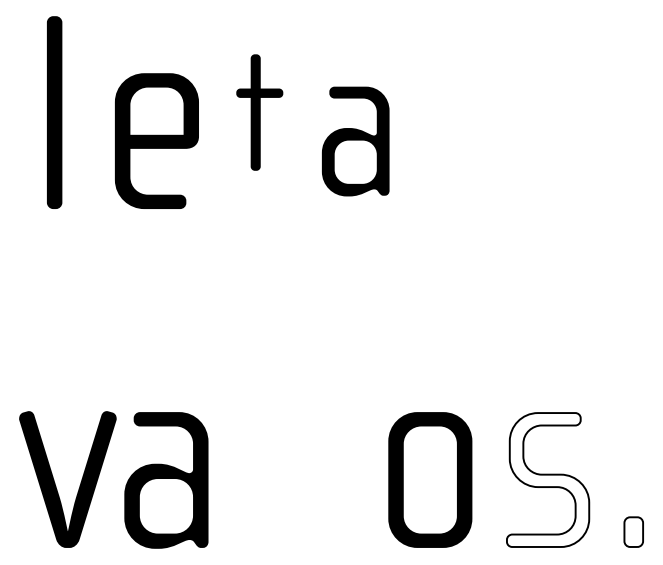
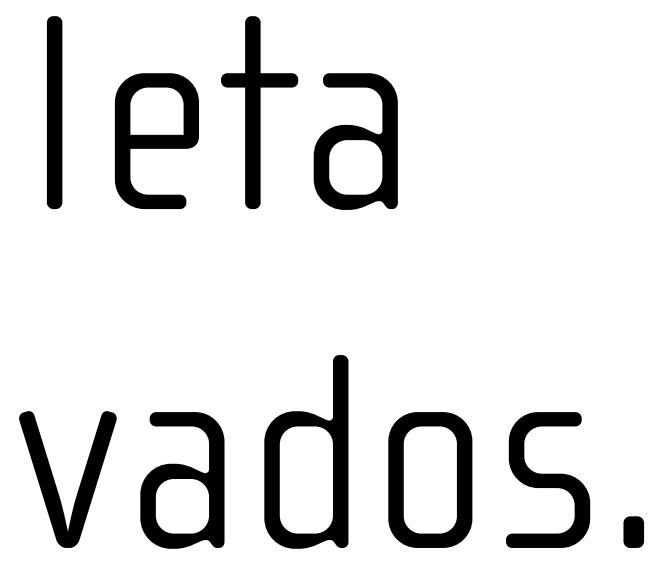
part at (259, 112) size: 48x117 px -> 78x193 px
part at (355, 141) size: 68x111 px -> 85x137 px
part at (306, 451): none -> present
fill at (547, 479): none -> present
part at (166, 480) position: (166, 480) -> (182, 480)
fill at (633, 531): none -> present
